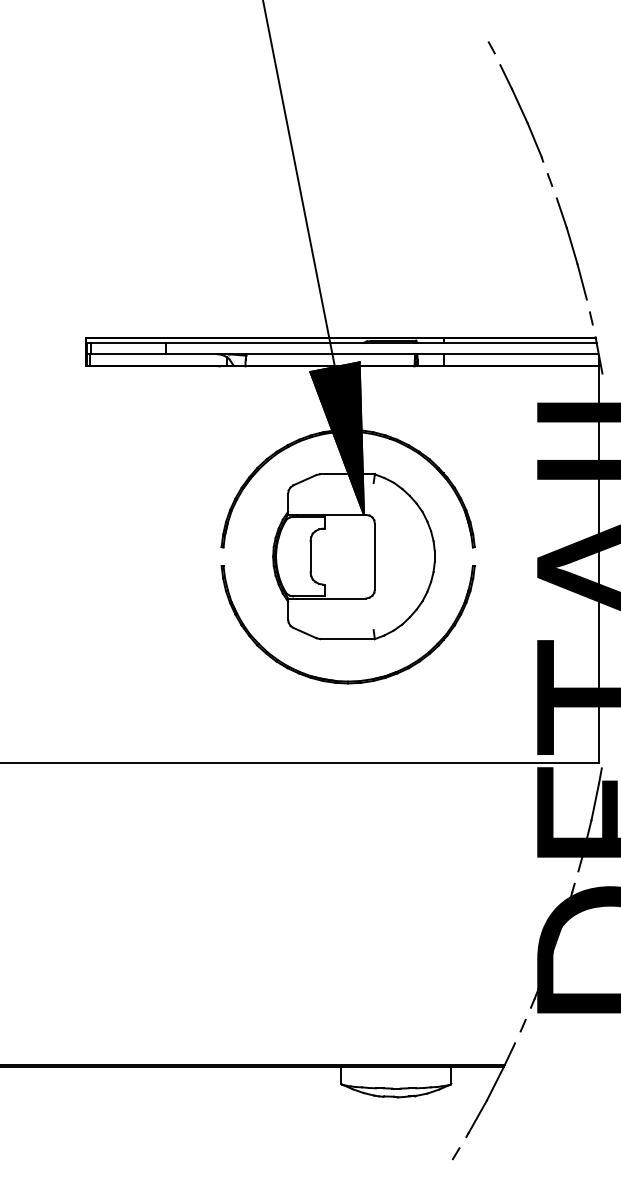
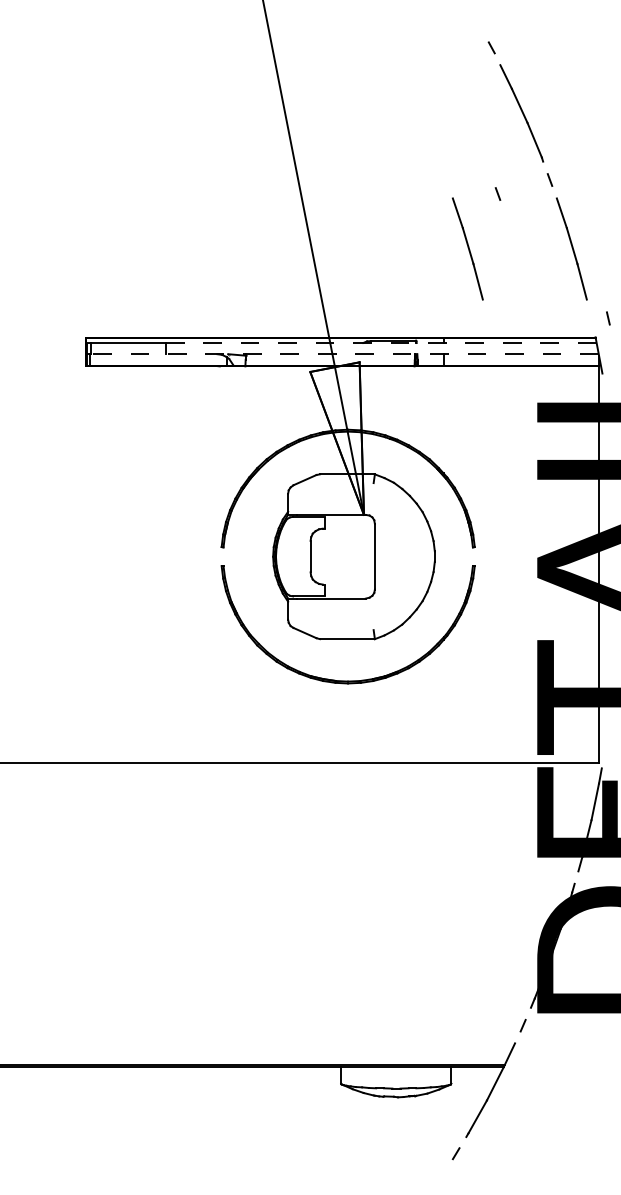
line at (497, 193): none -> present
part at (467, 248): none -> present
line at (591, 318) position: (591, 318) -> (608, 318)
line at (380, 342): solid -> dashed
line at (343, 354): solid -> dashed
fill at (336, 438): present -> none
